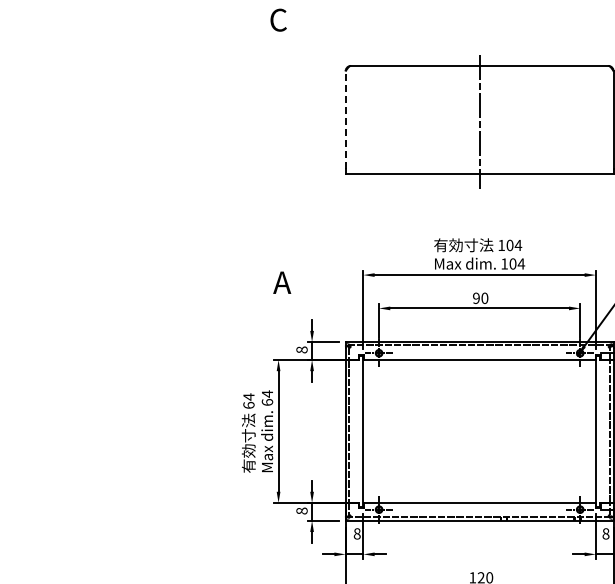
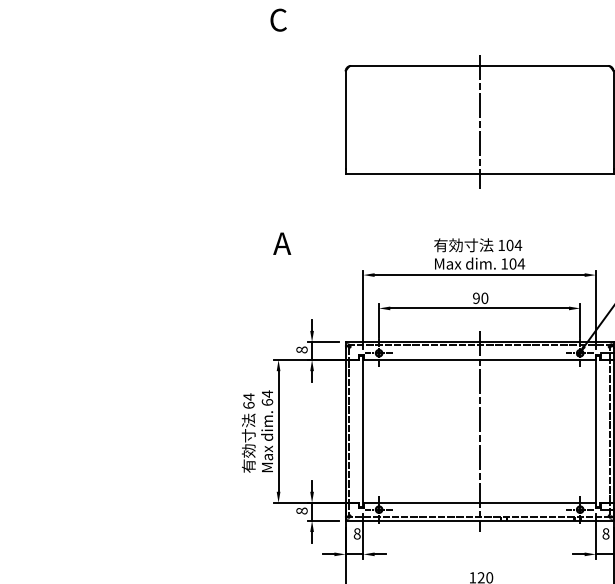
line at (345, 120): dashed -> solid
text at (282, 282) position: (282, 282) -> (282, 243)
line at (479, 431): none -> present
